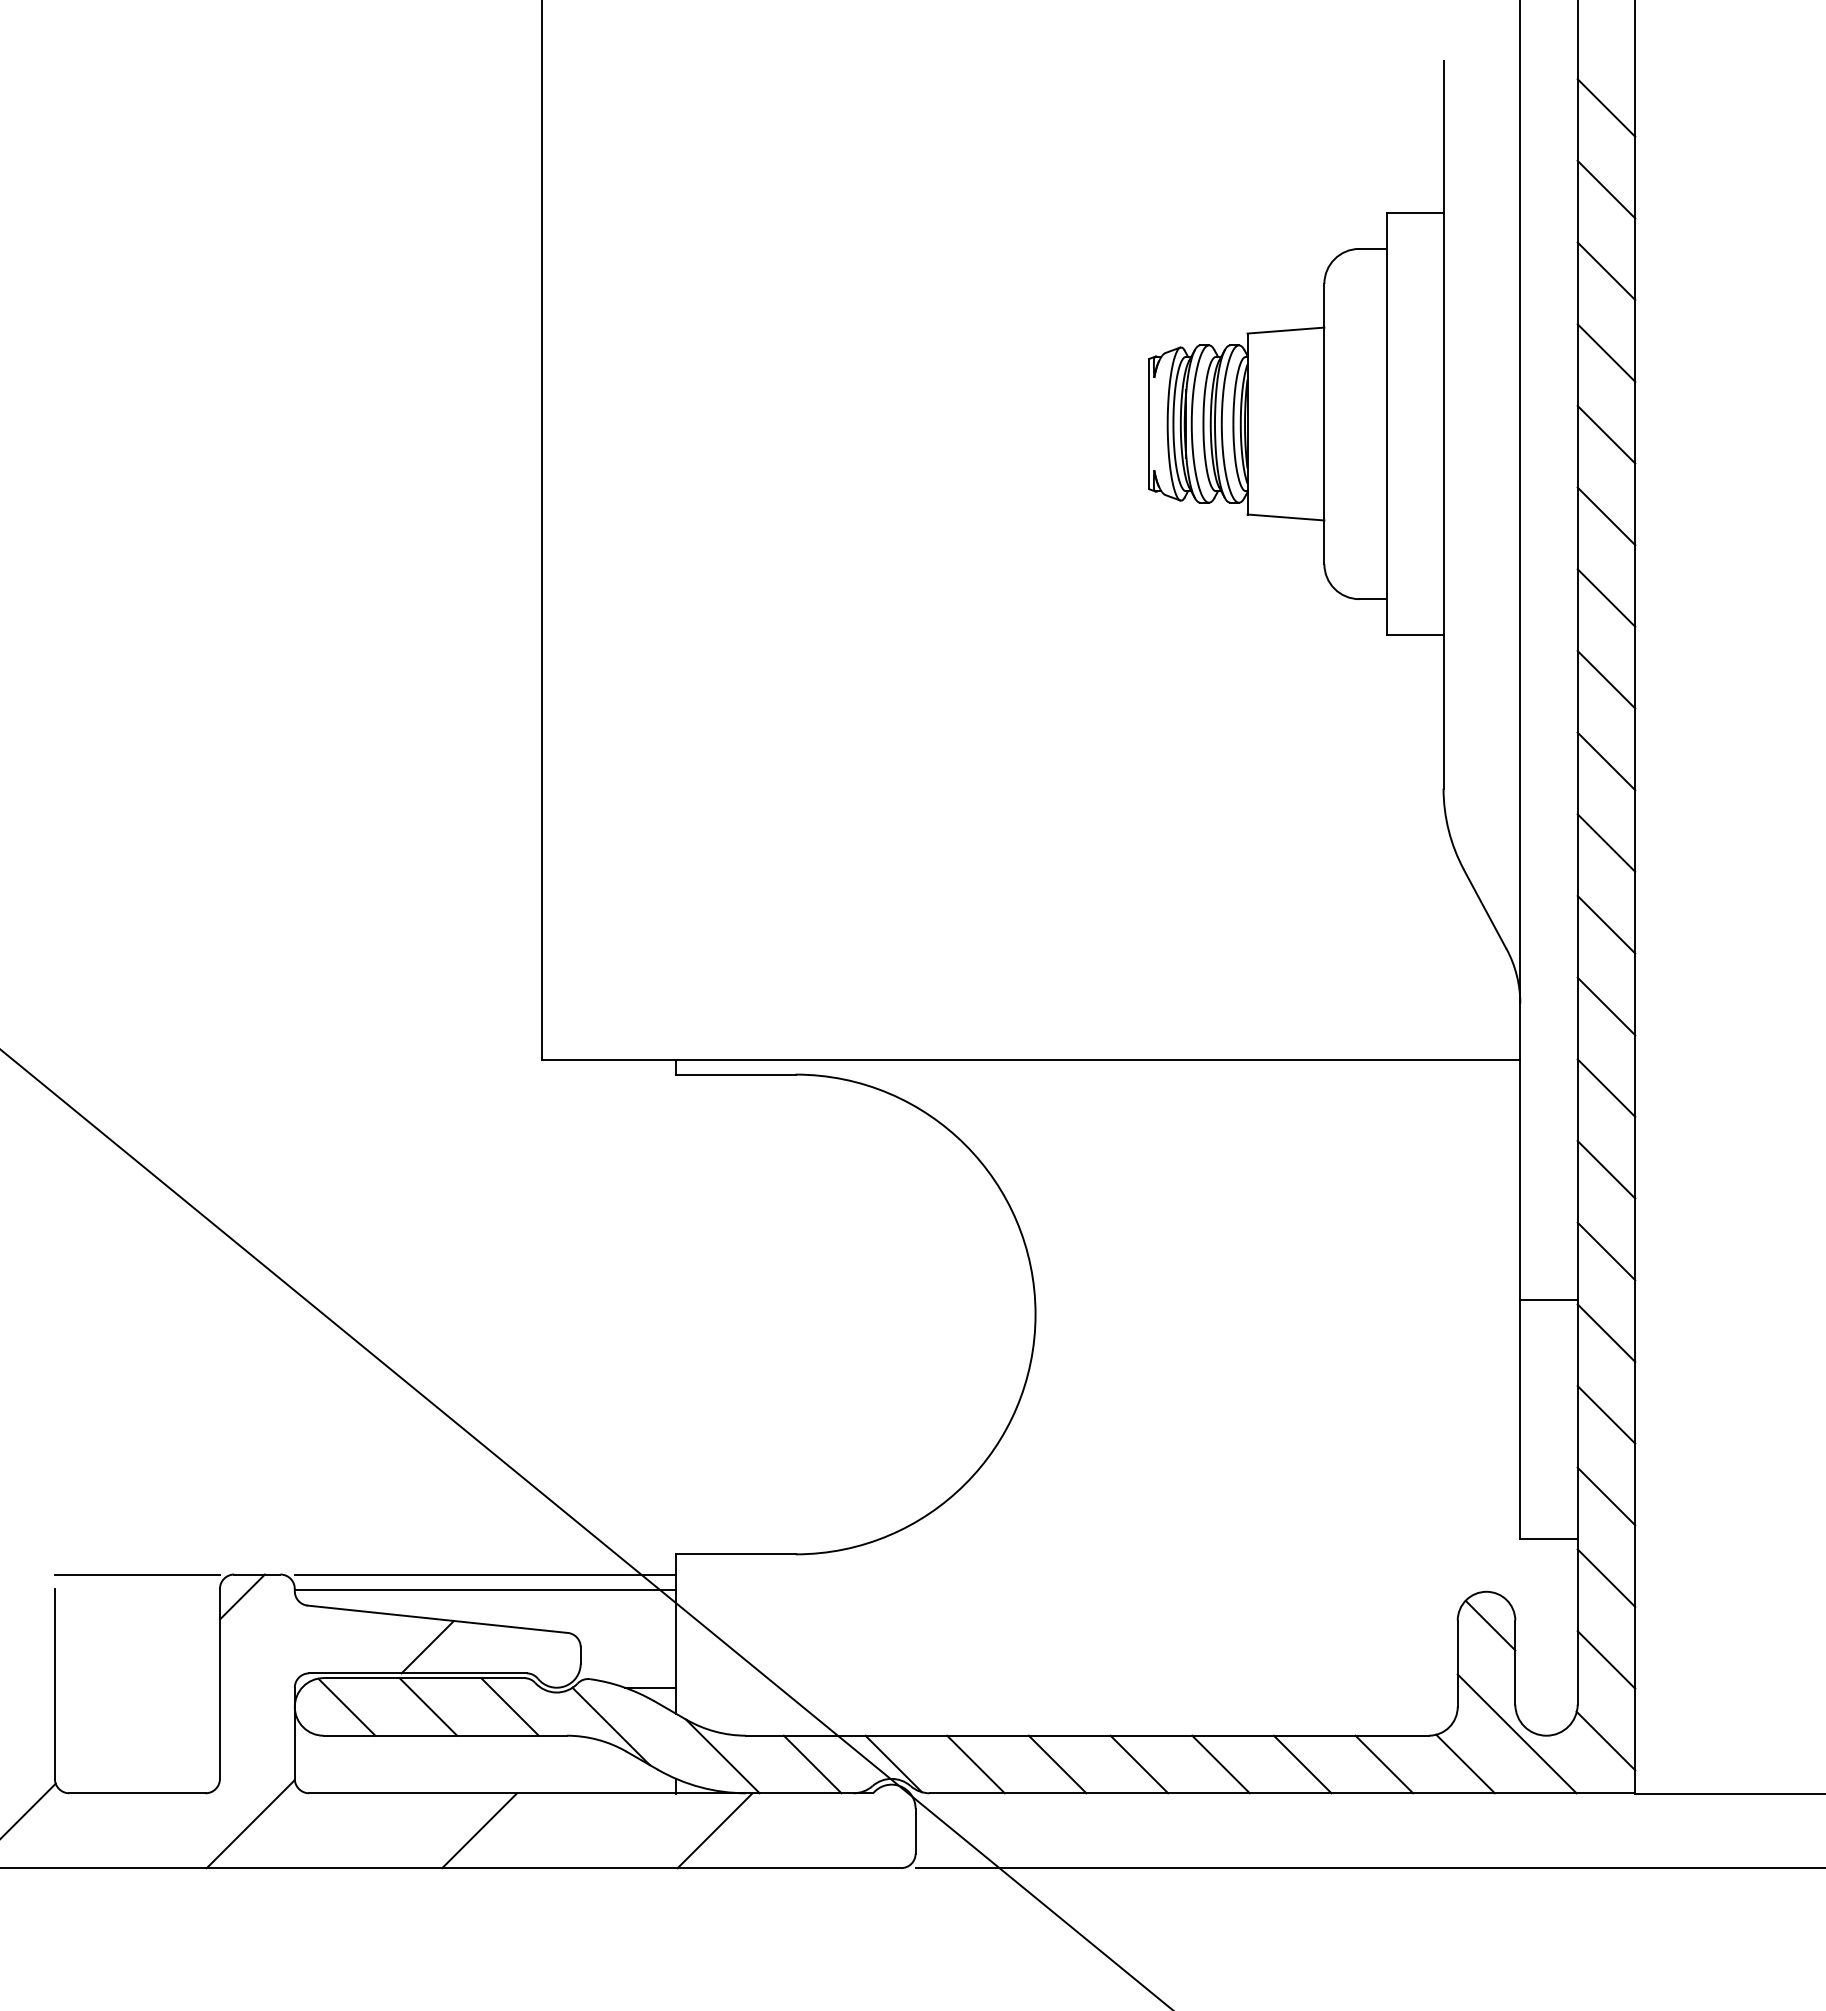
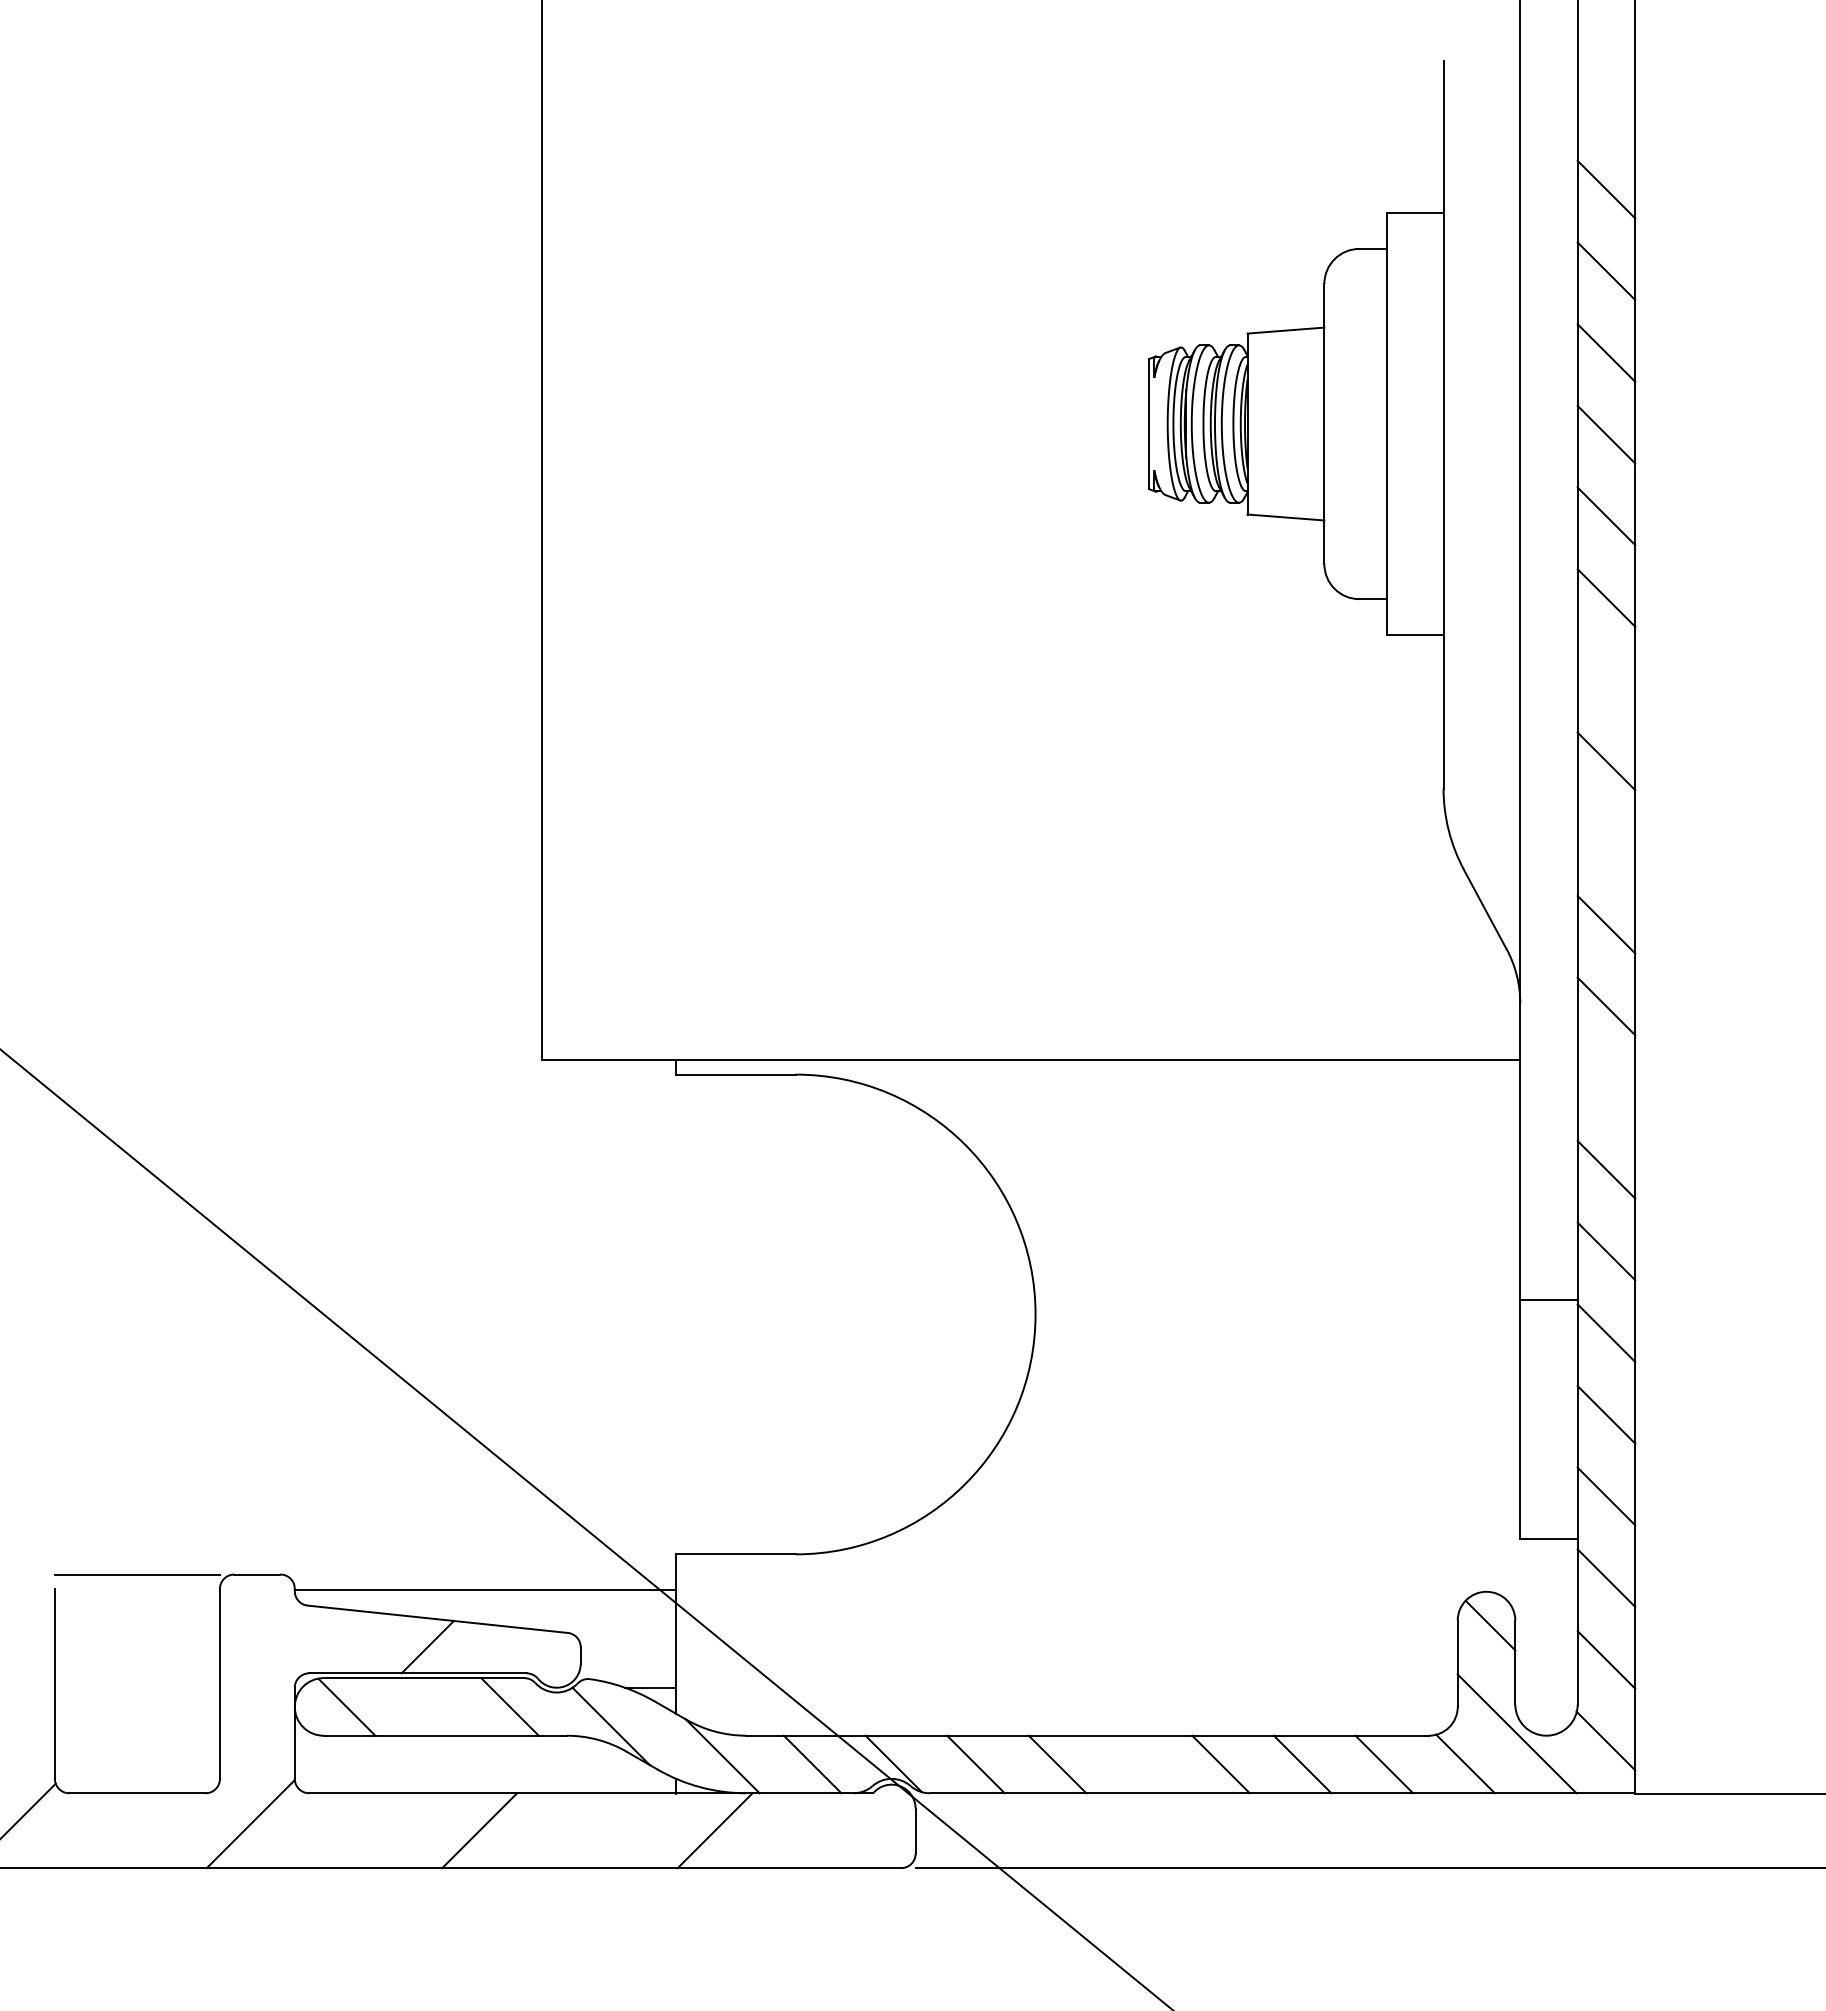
line at (1606, 107): present -> none
line at (1606, 679): present -> none
line at (1606, 842): present -> none
line at (1606, 1087): present -> none
line at (484, 1574): present -> none
line at (241, 1596): present -> none
line at (428, 1706): present -> none
line at (1139, 1764): present -> none
